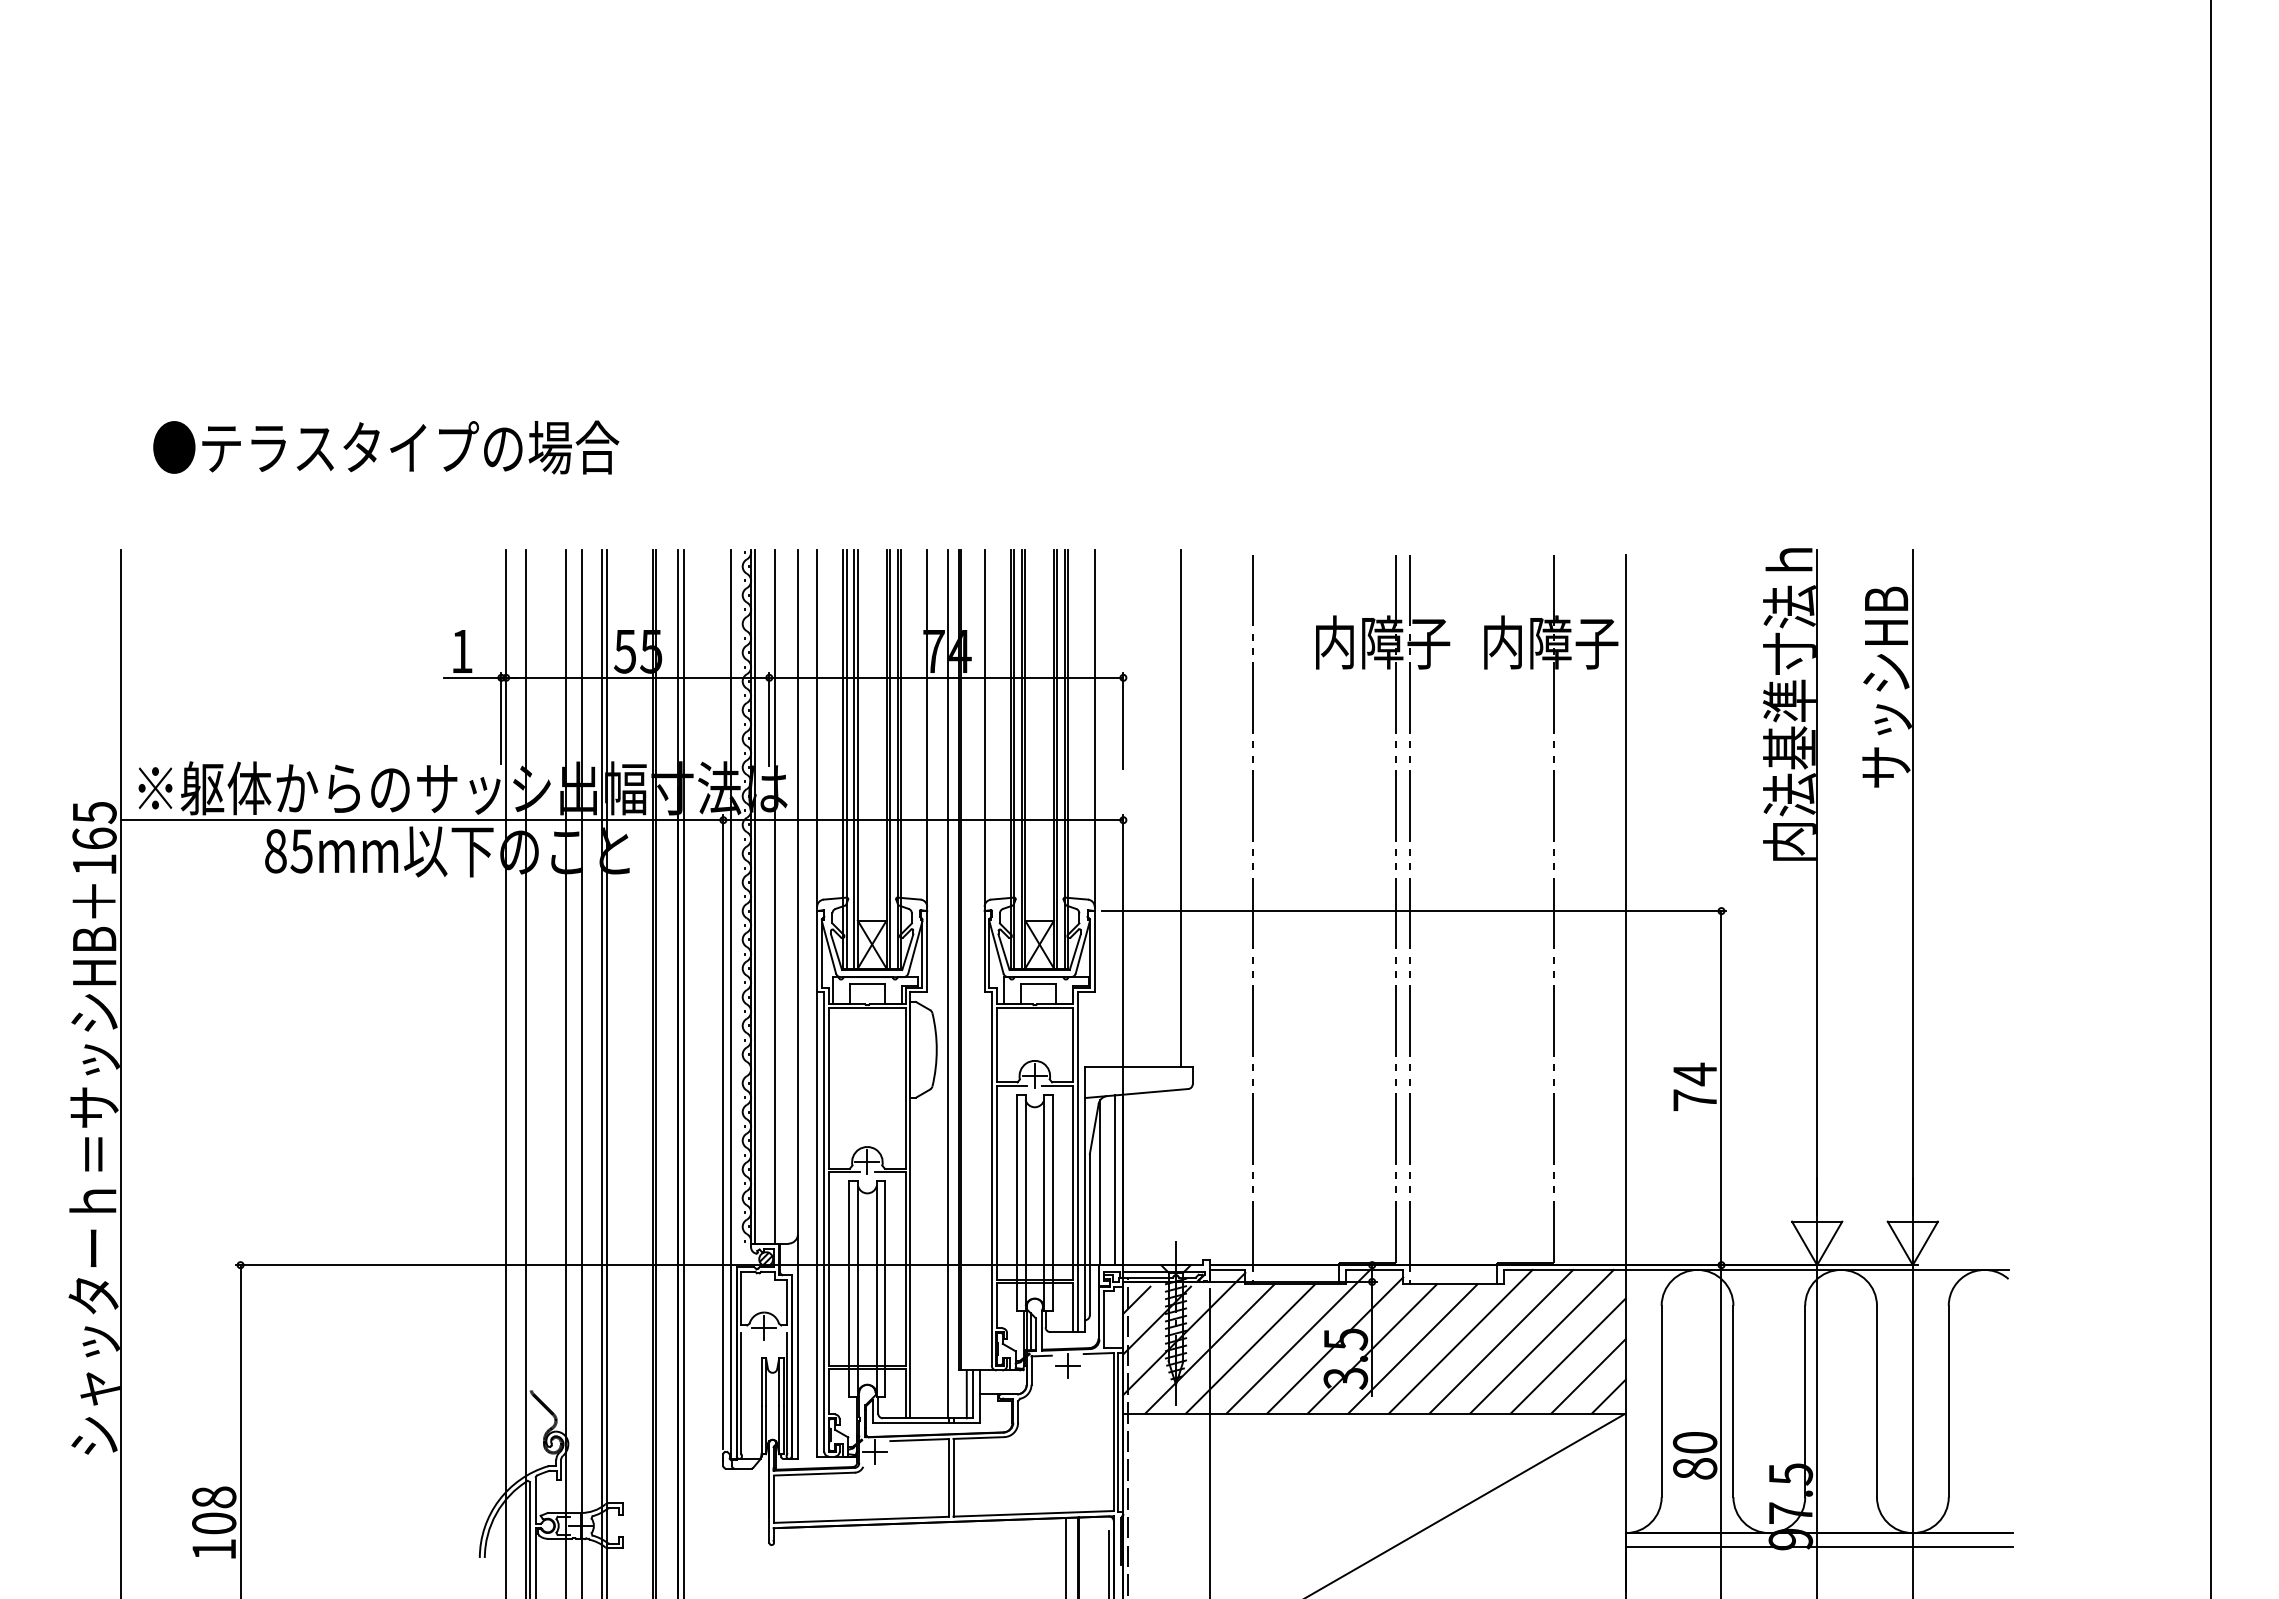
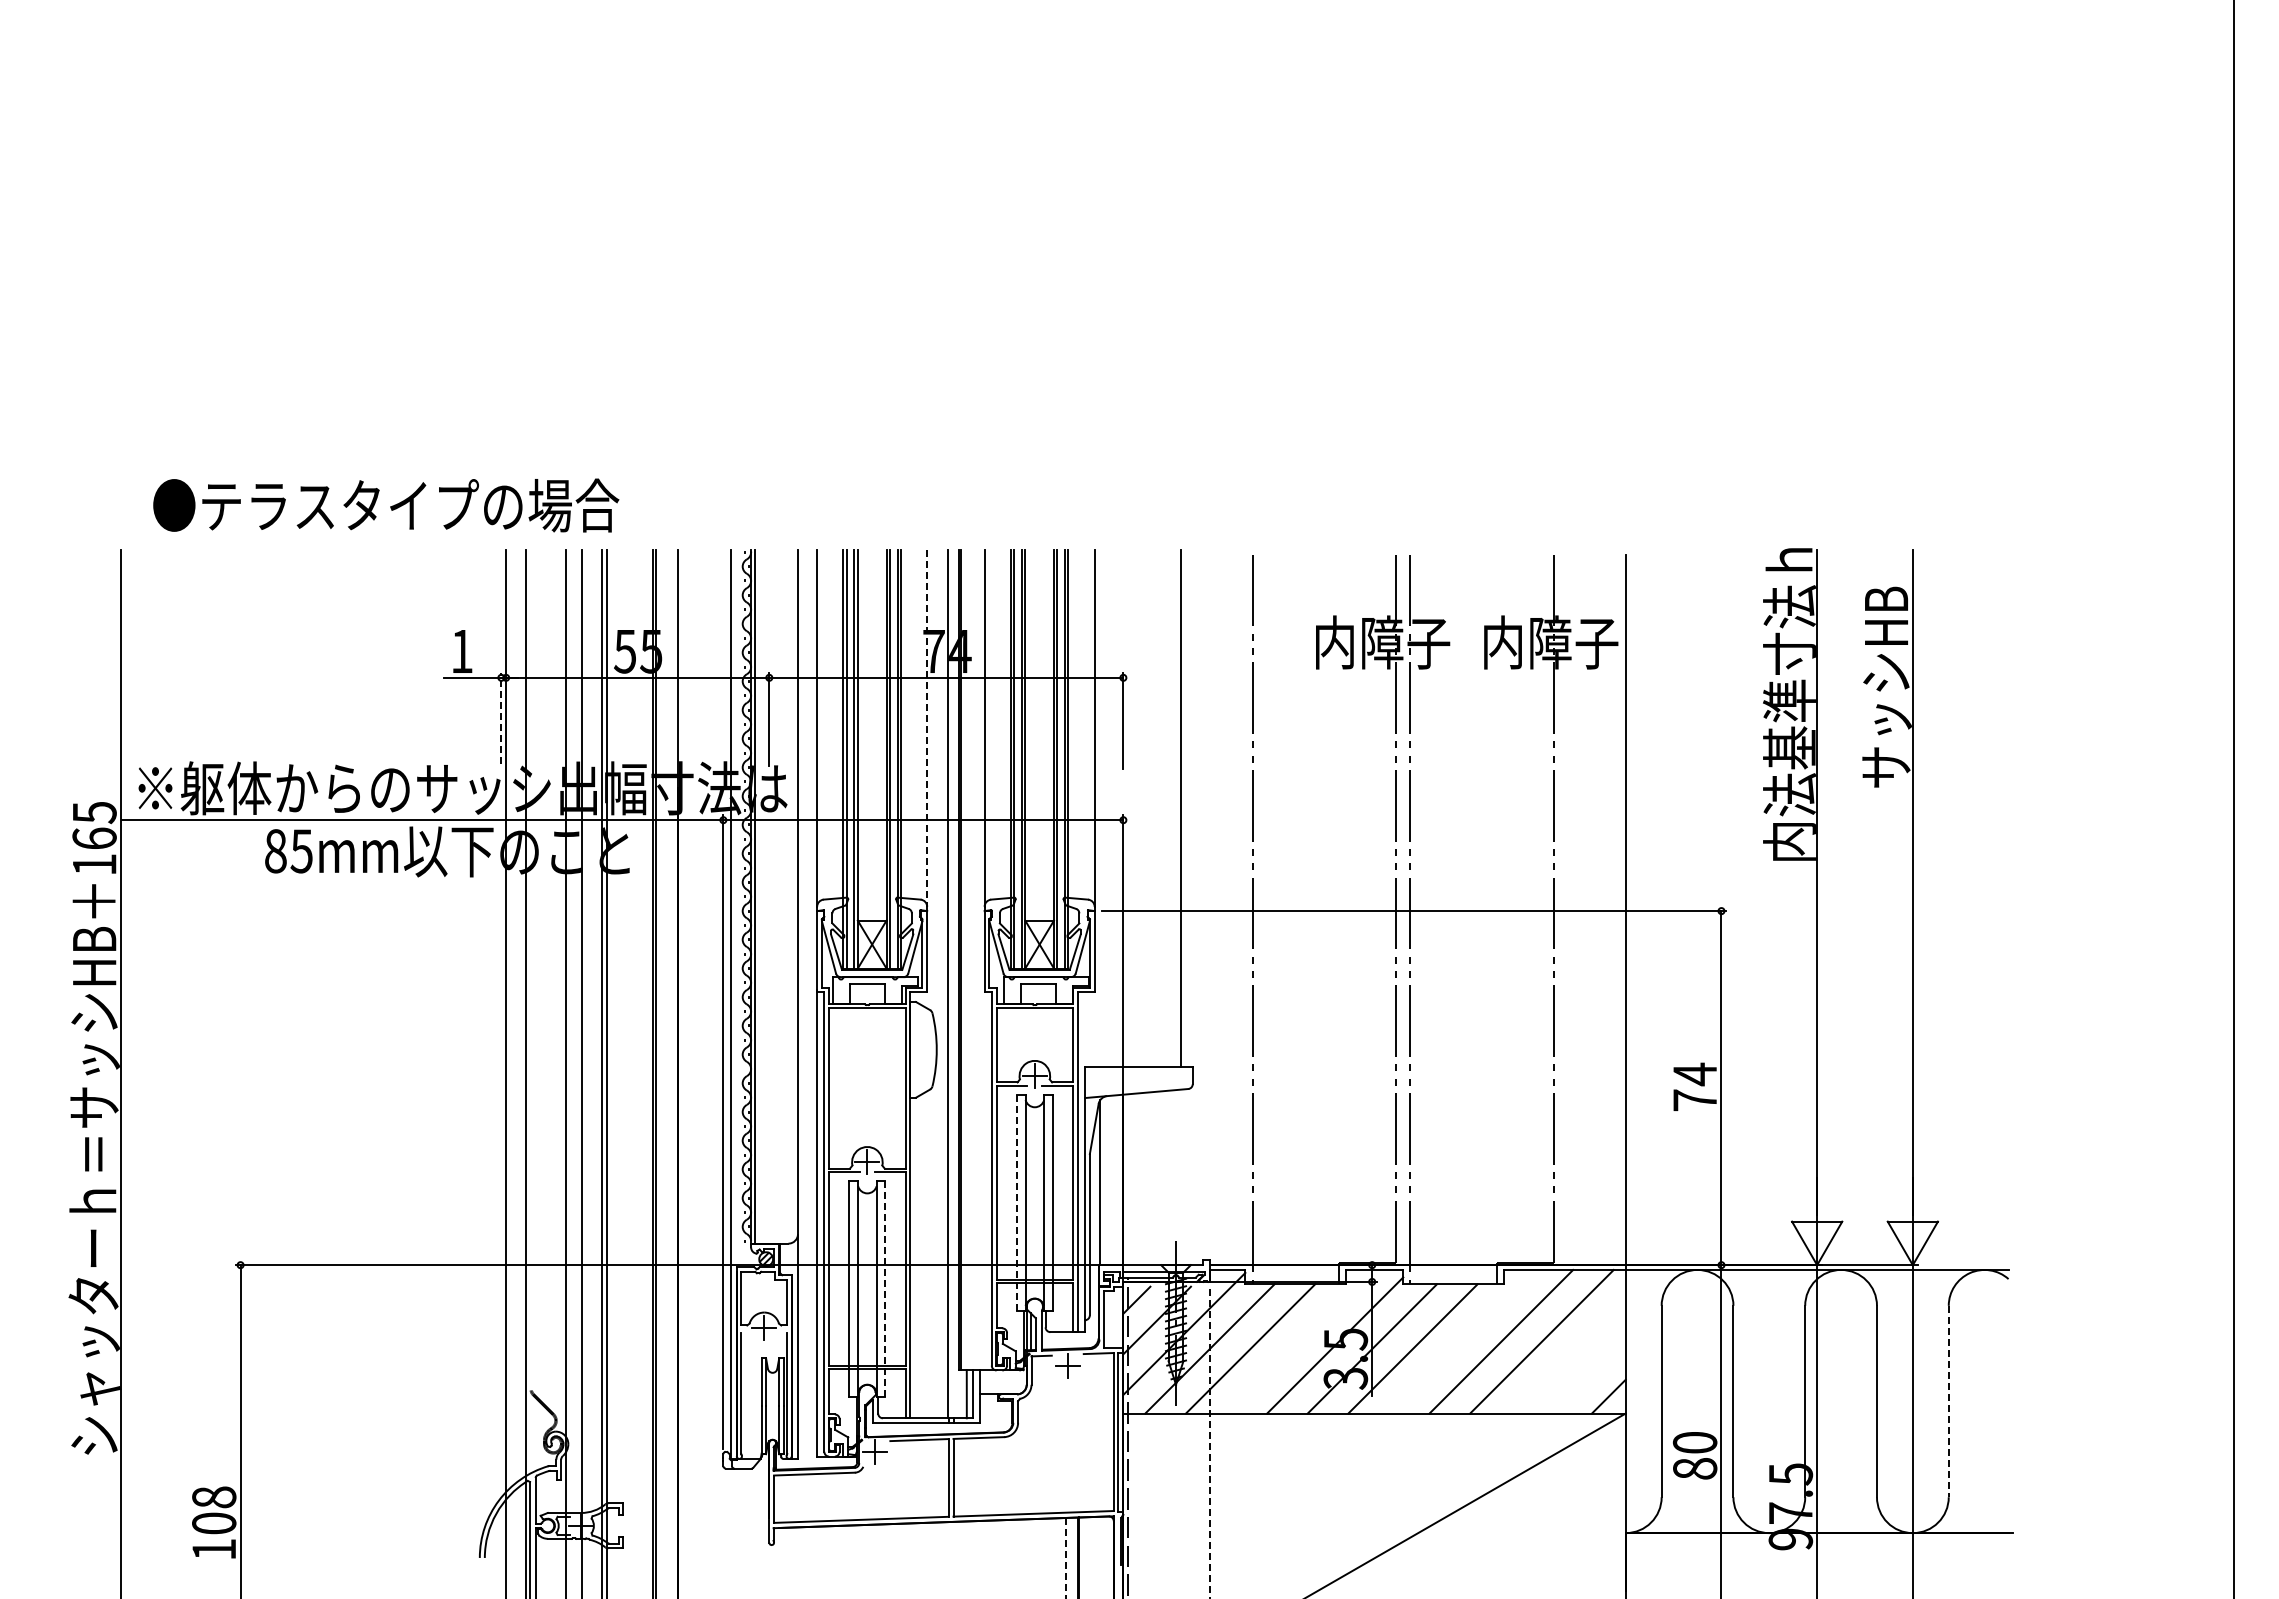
text at (386, 447) position: (386, 447) -> (386, 505)
line at (501, 718): solid -> dashed
line at (927, 728): solid -> dashed
line at (2210, 798) position: (2210, 798) -> (2233, 798)
line at (775, 896): present -> none
line at (684, 1072): present -> none
line at (1114, 1180): present -> none
line at (1016, 1202): solid -> dashed
line at (885, 1289): solid -> dashed
line at (1298, 1341): present -> none
line at (1460, 1341): present -> none
line at (1567, 1355): present -> none
line at (1588, 1376): present -> none
line at (1948, 1401): solid -> dashed
line at (1209, 1444): solid -> dashed
line at (1819, 1547): present -> none
line at (1065, 1558): solid -> dashed
line at (1109, 1562): present -> none
